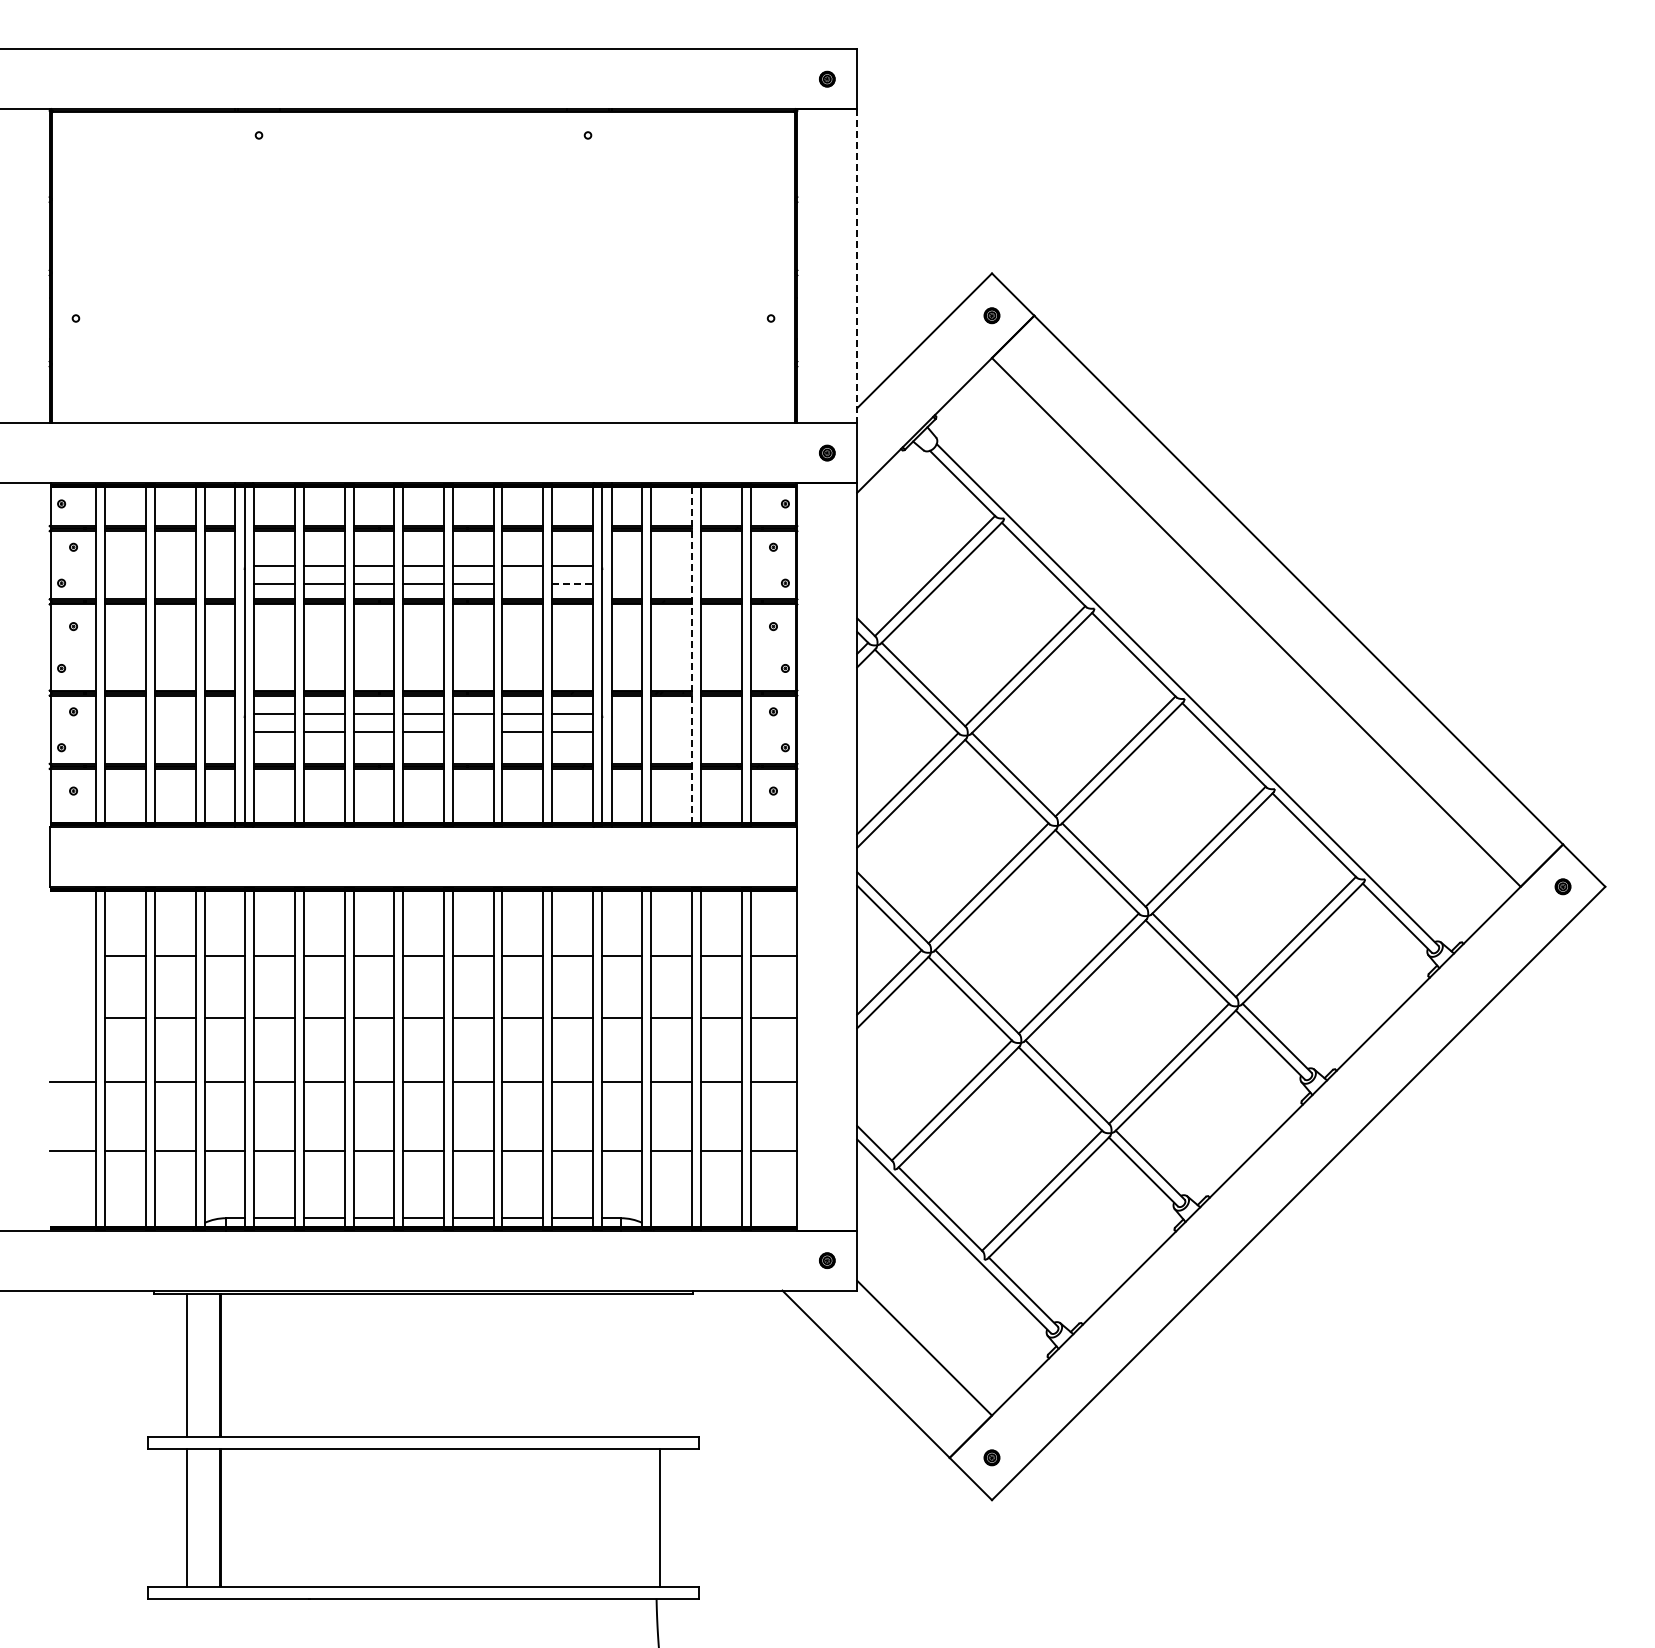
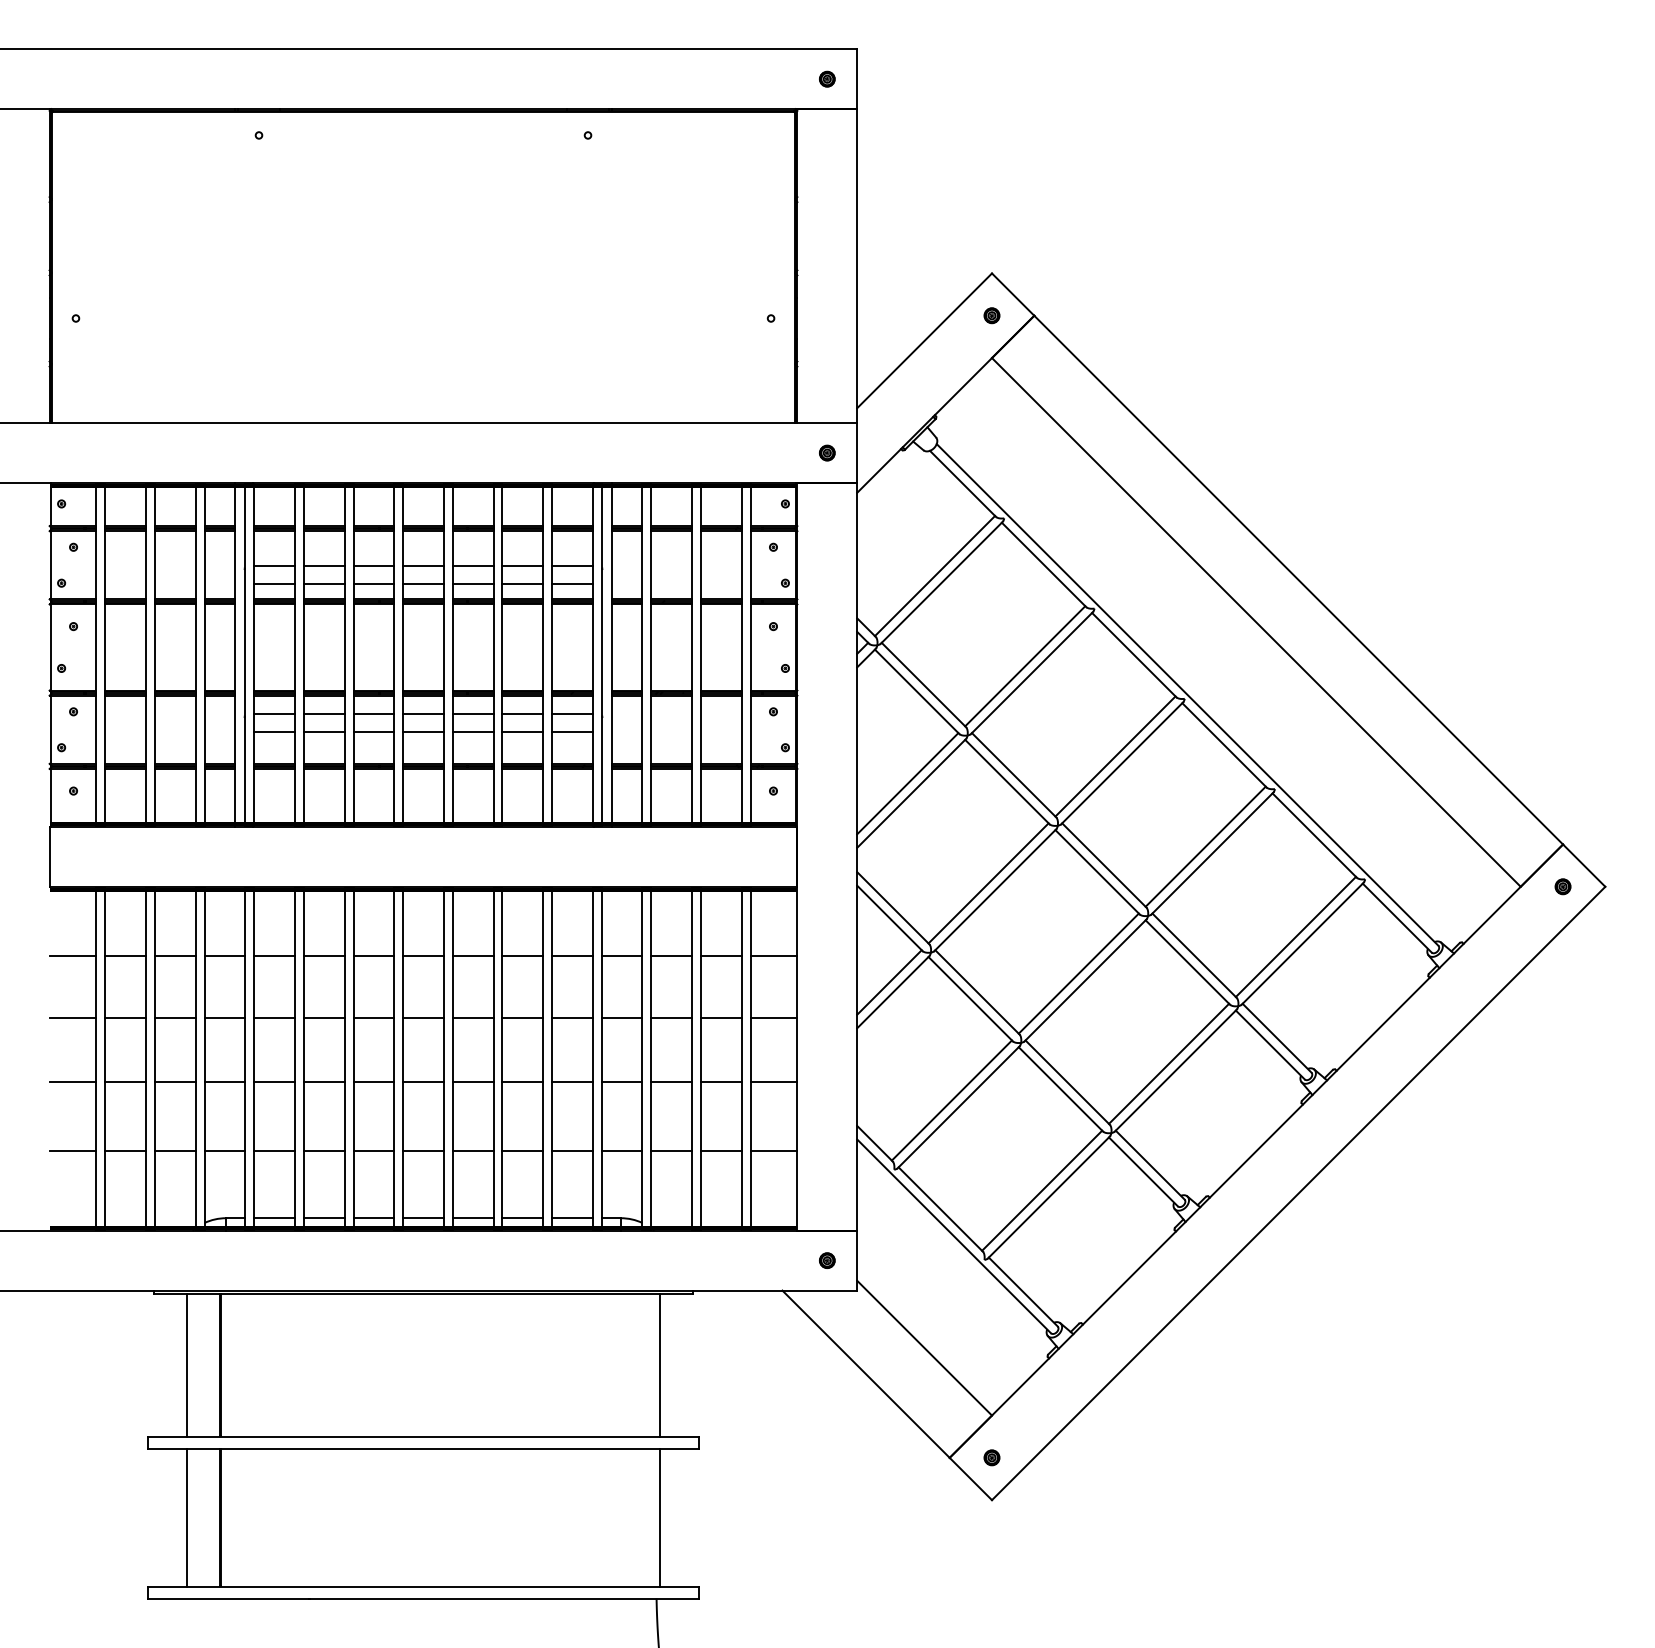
line at (857, 266): dashed -> solid
line at (522, 584): none -> present
line at (572, 584): dashed -> solid
line at (692, 655): dashed -> solid
line at (472, 732): none -> present
line at (72, 956): none -> present
line at (72, 1018): none -> present
line at (659, 1365): none -> present
